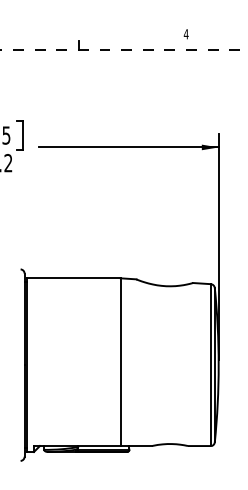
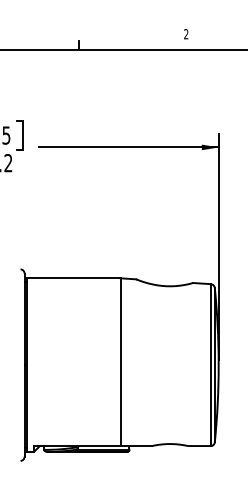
text at (185, 34): 4 -> 2
line at (124, 50): dashed -> solid
